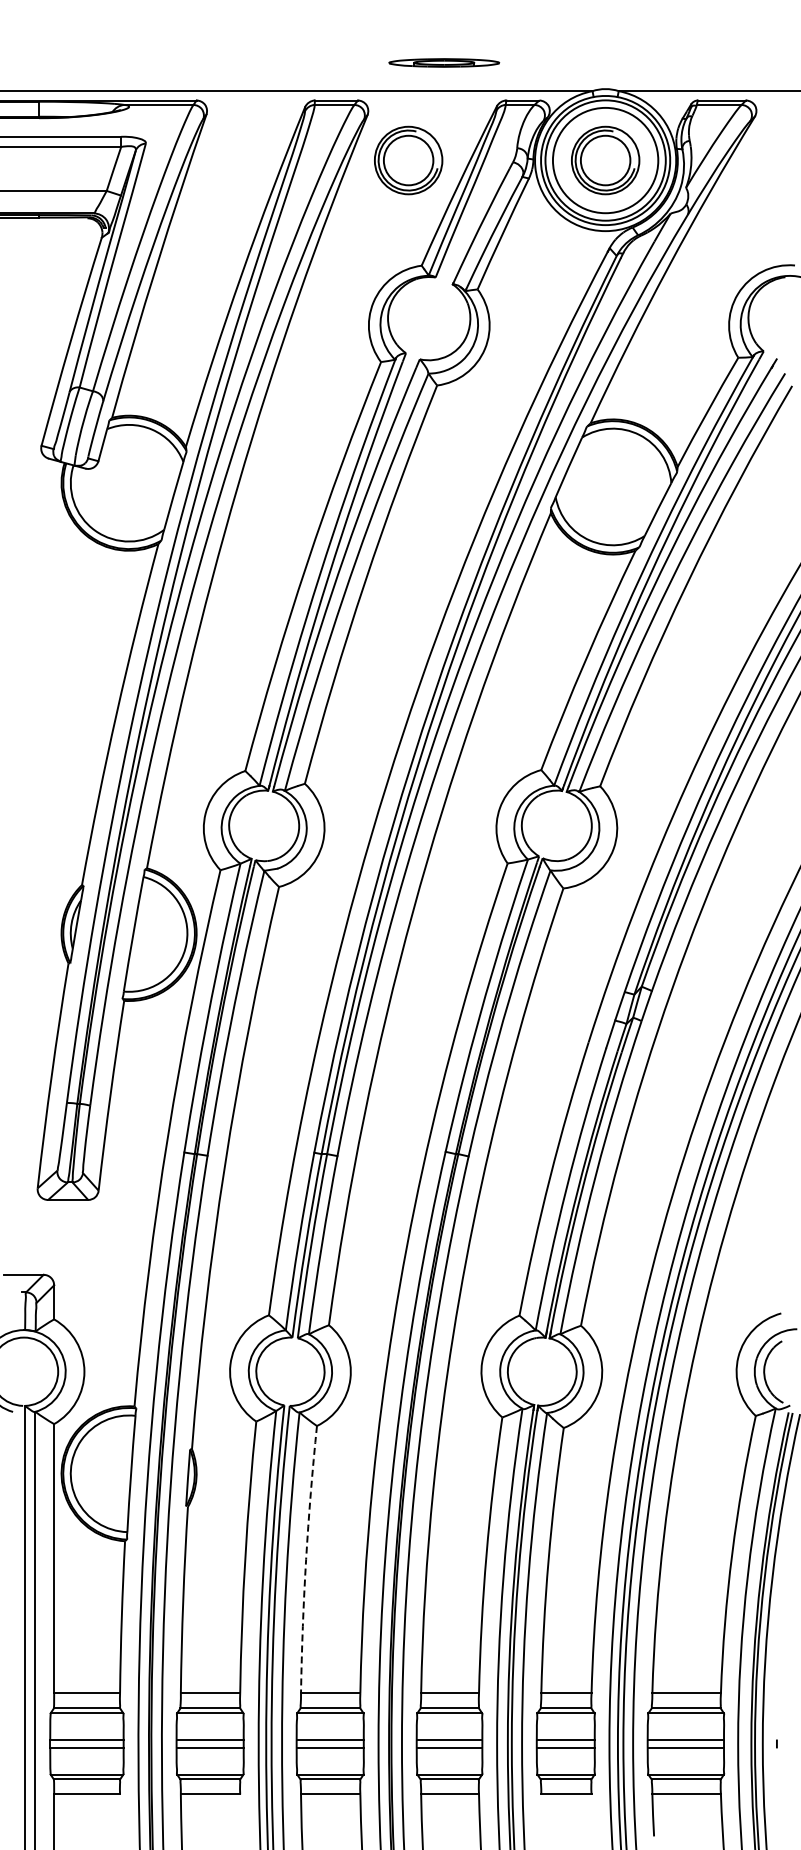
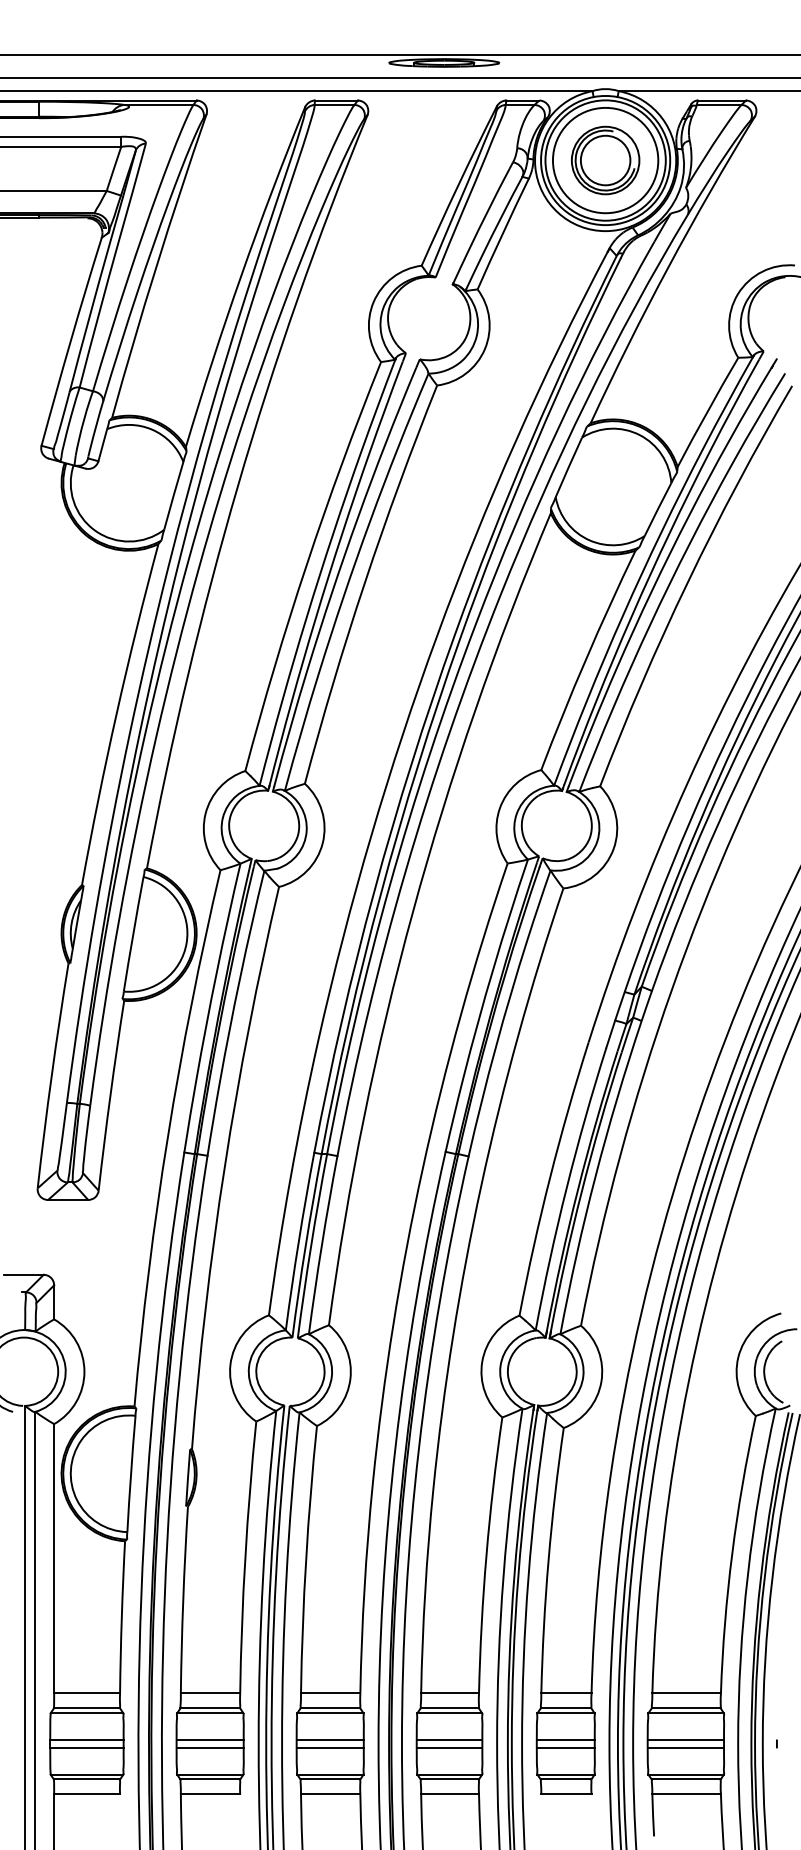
line at (399, 55): none -> present
line at (399, 77): none -> present
part at (408, 160): present -> none
arc at (306, 1559): dashed -> solid
